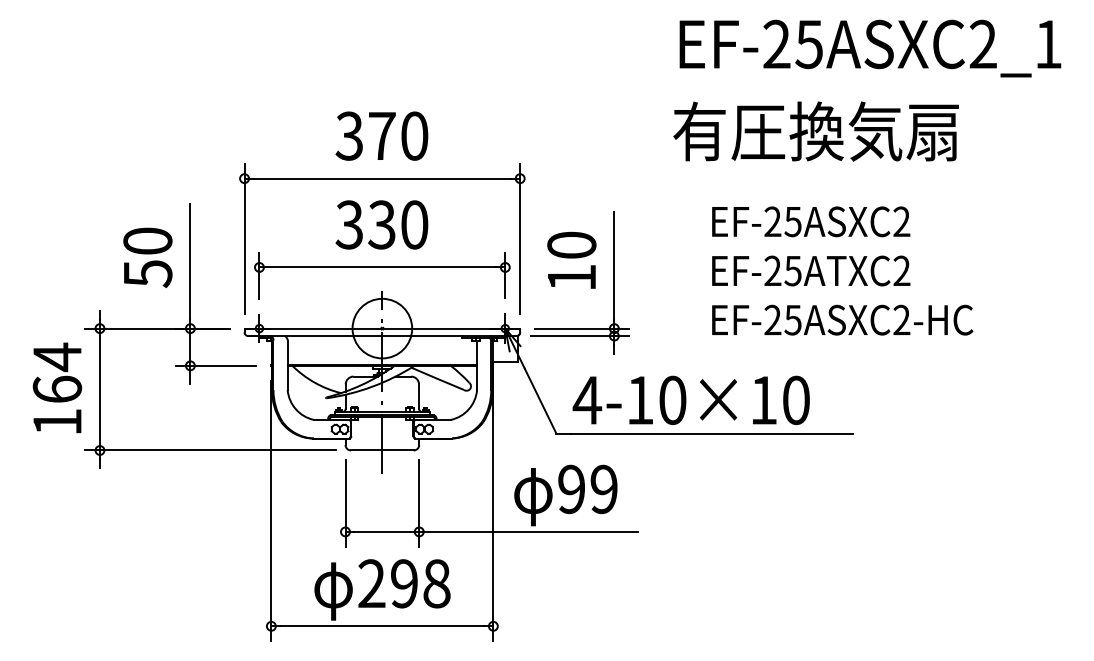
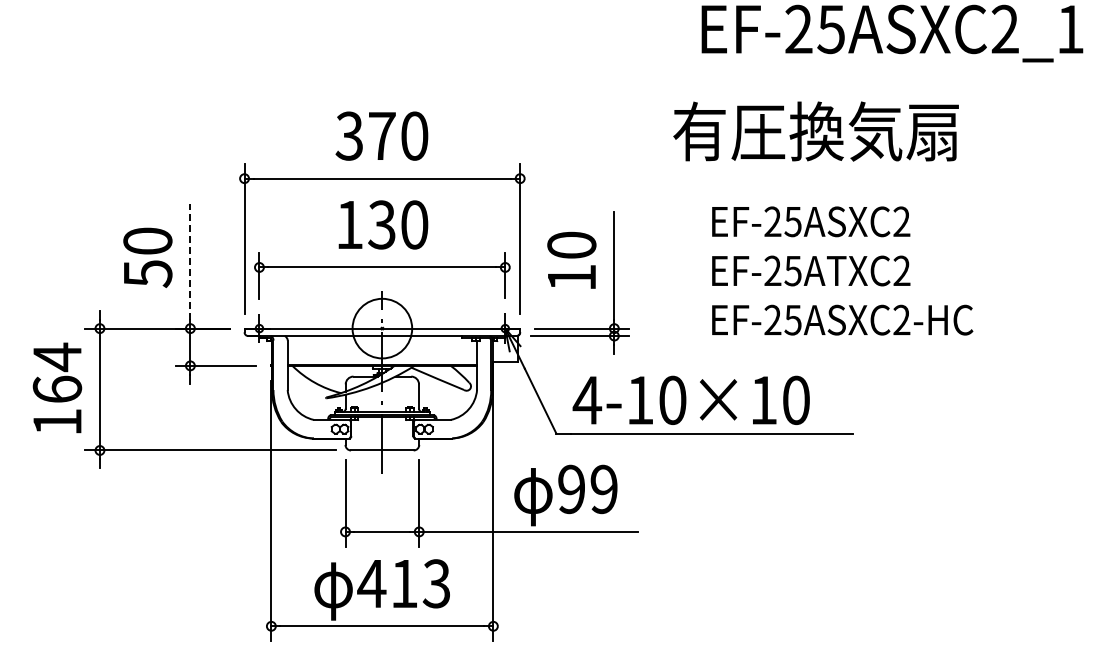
text at (870, 48) position: (870, 48) -> (892, 33)
text at (348, 224): 330 -> 130
line at (190, 261): solid -> dashed
text at (403, 583): 298 -> 413
